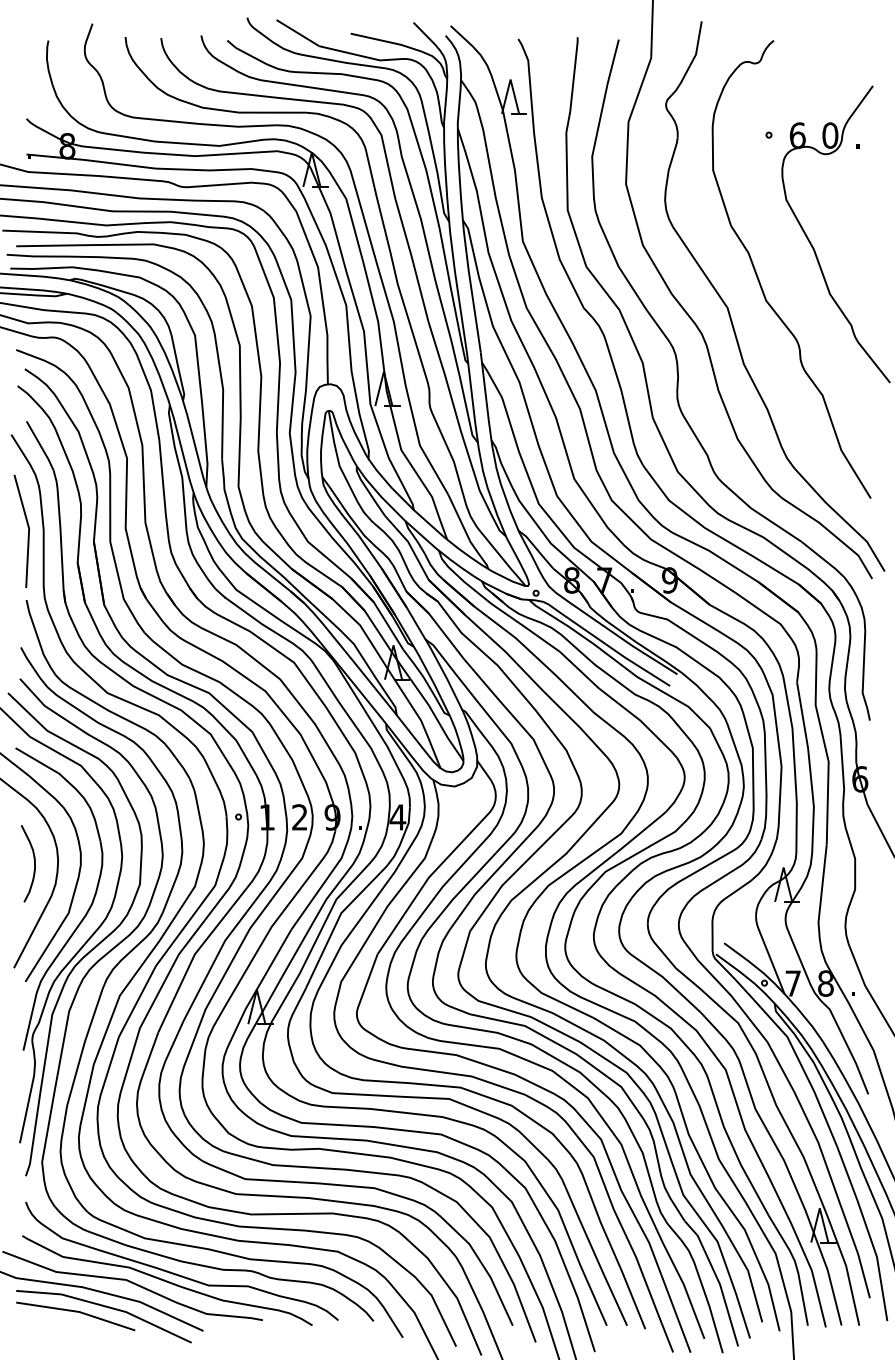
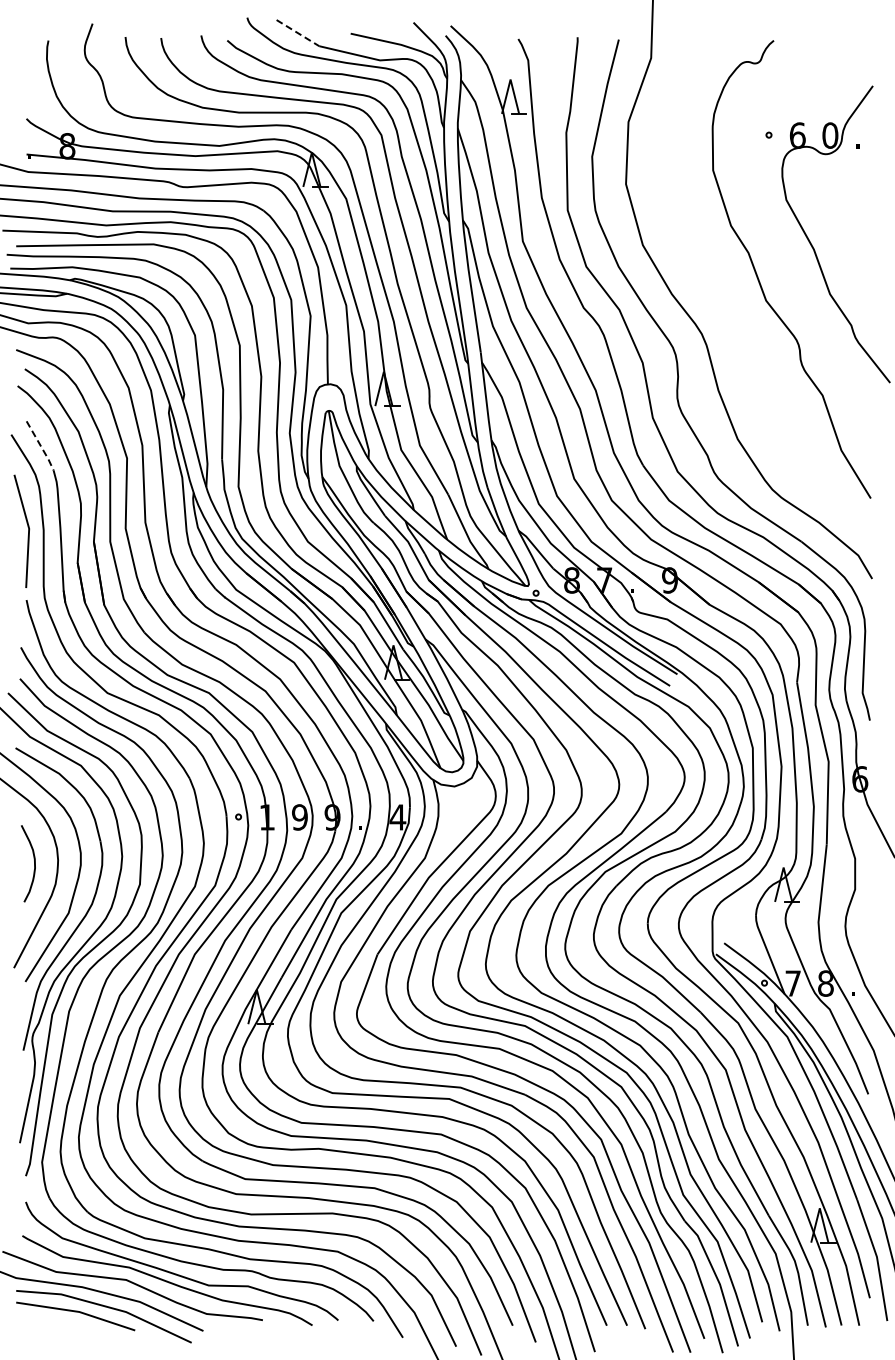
line at (298, 33): solid -> dashed
part at (729, 310): present -> none
line at (41, 446): solid -> dashed
text at (299, 817): 2 -> 9
